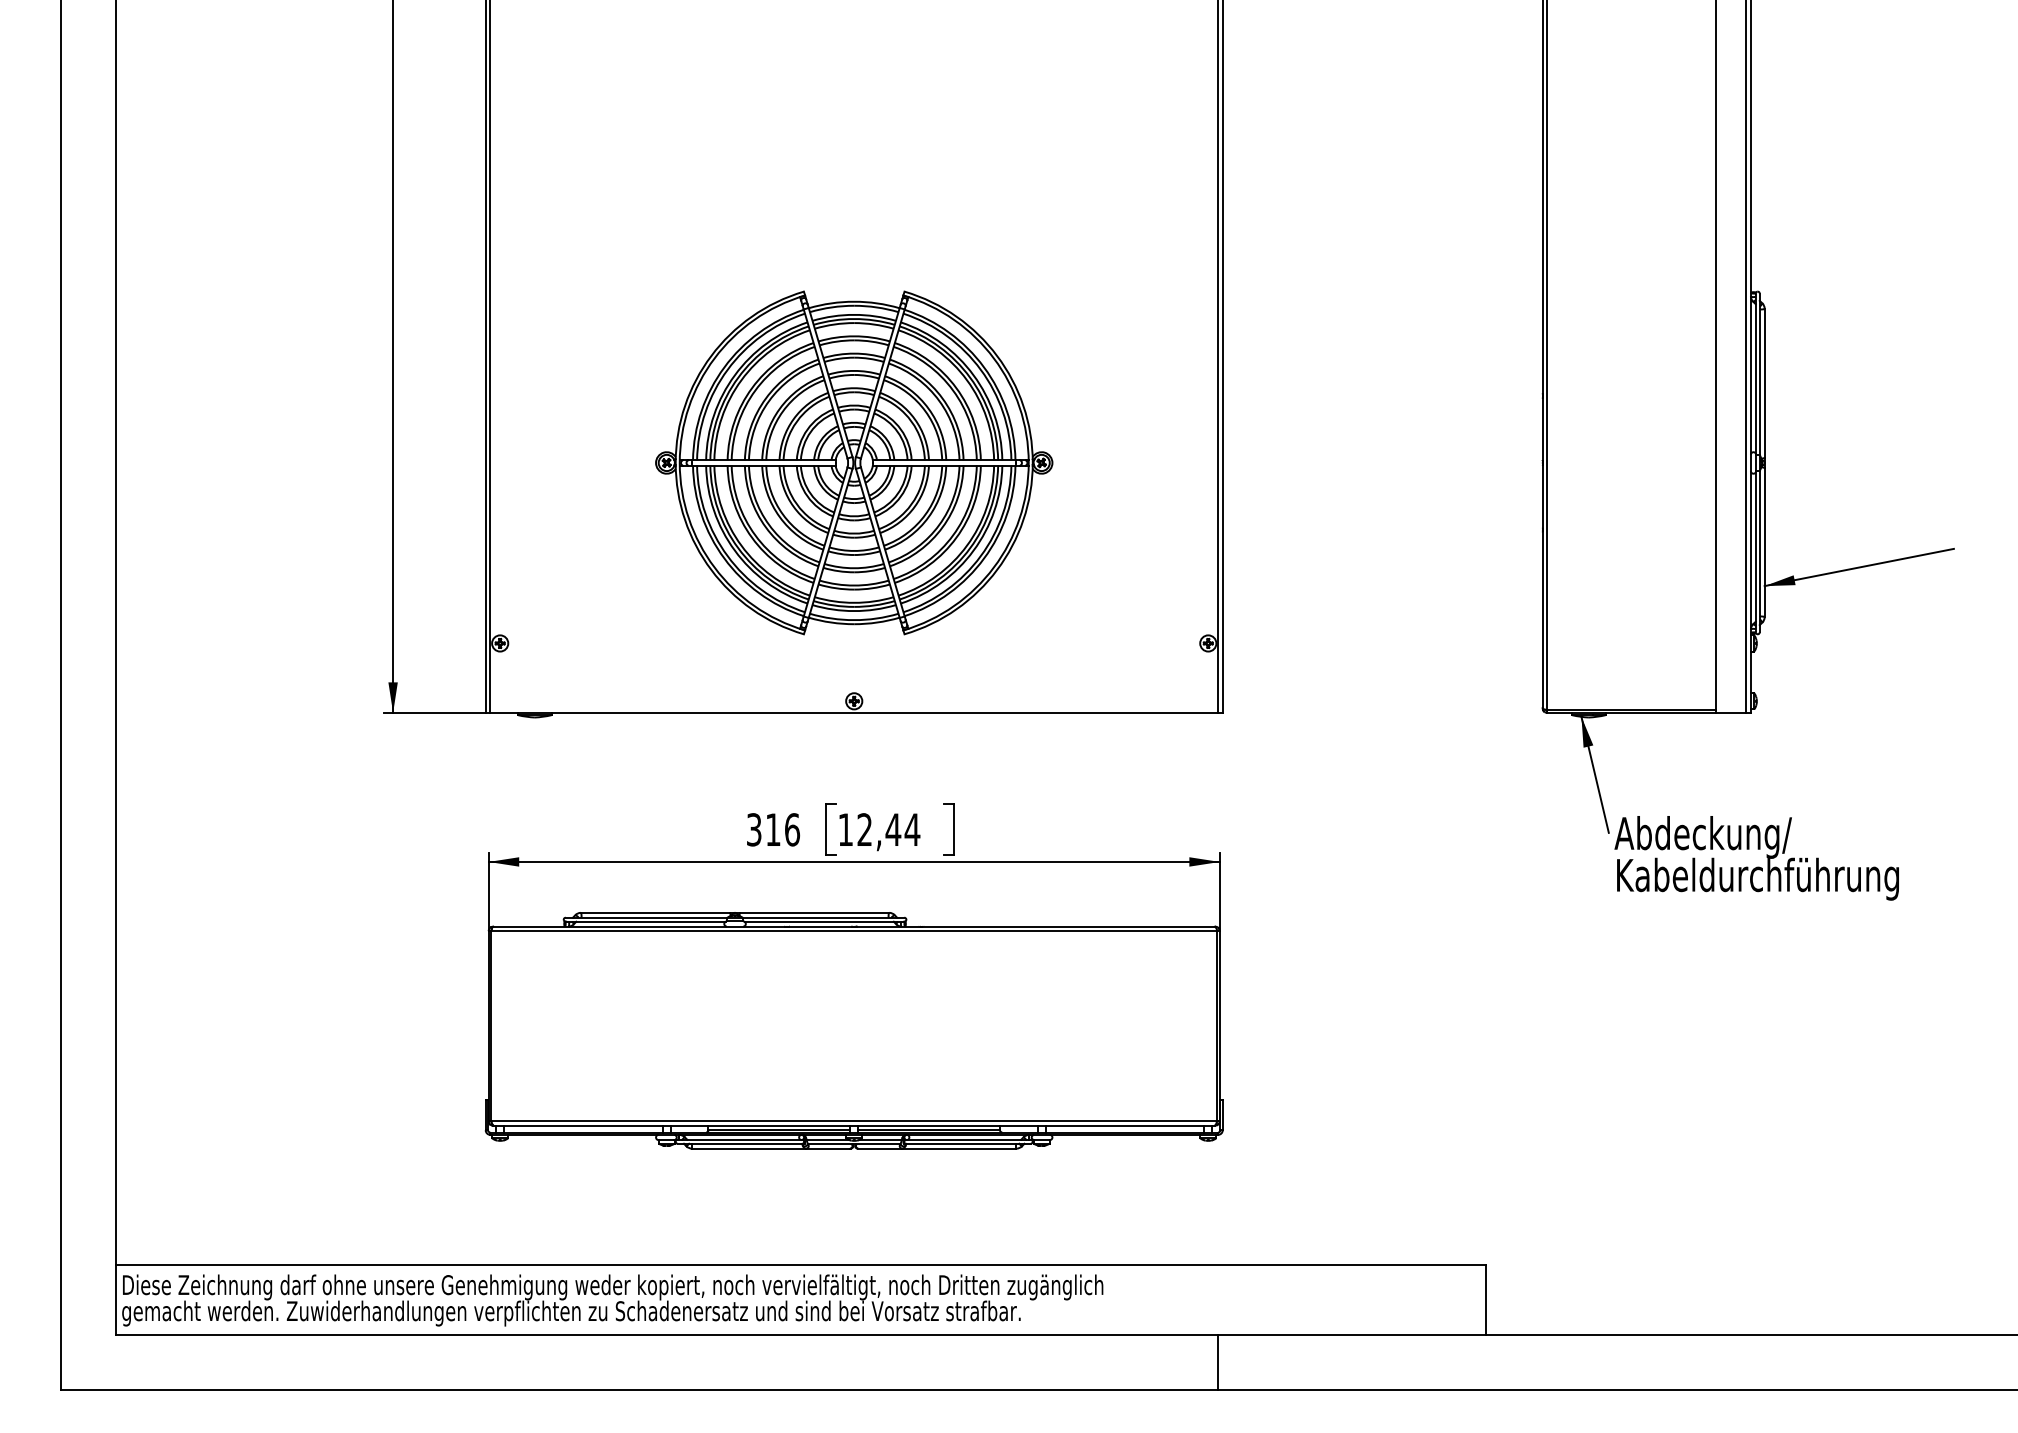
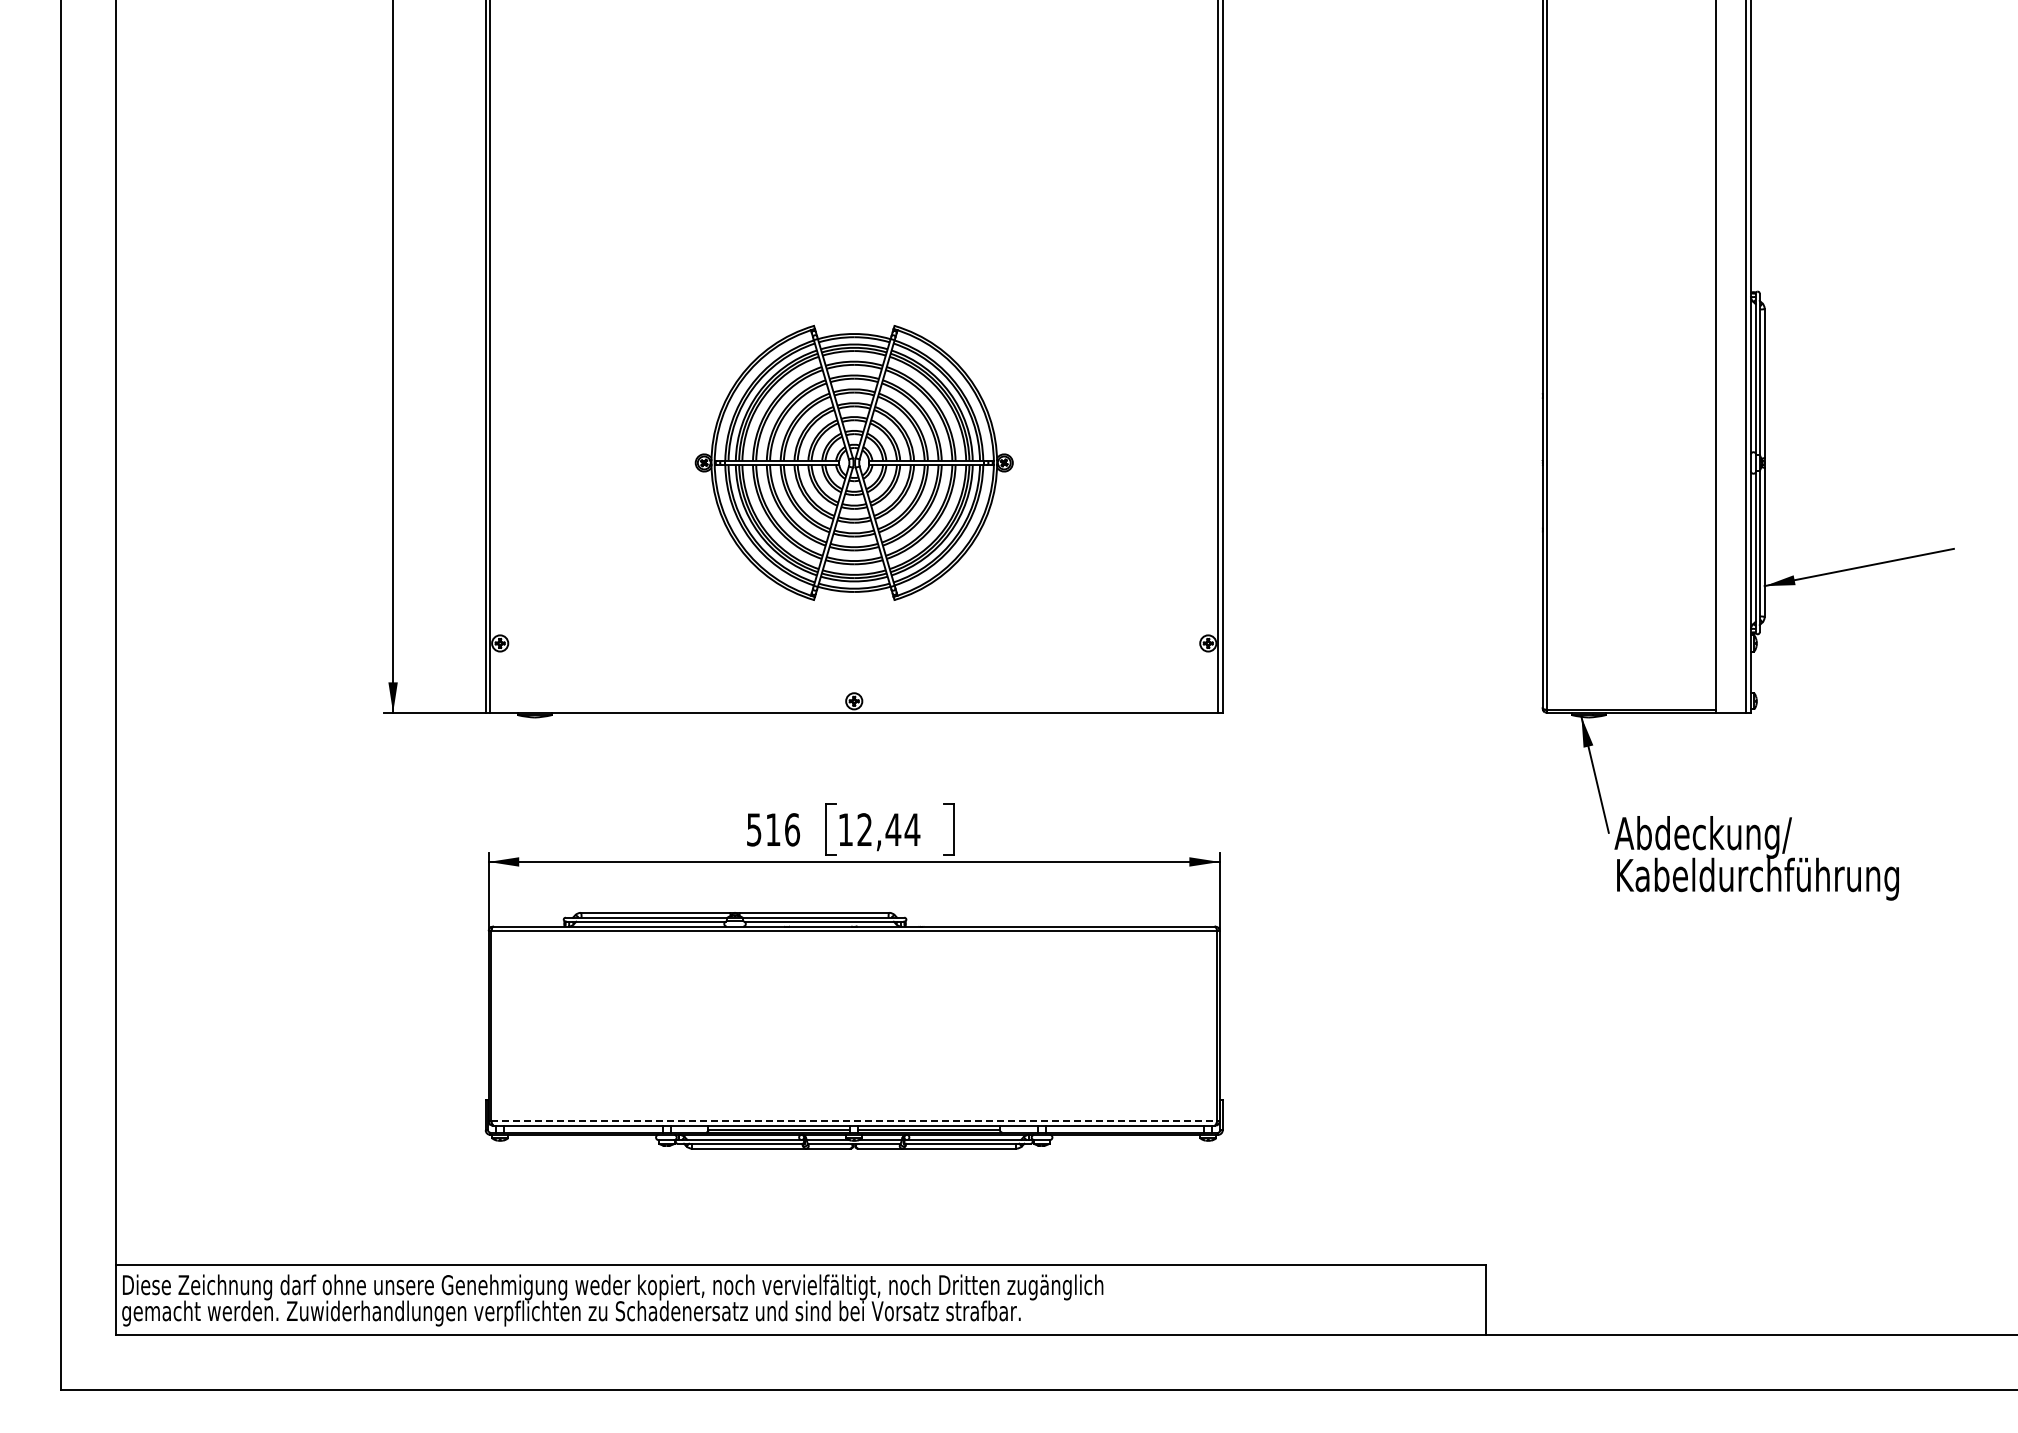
part at (854, 462) size: 399x346 px -> 320x277 px
text at (754, 829): 316 -> 516
line at (854, 1121): solid -> dashed
line at (1217, 1362): present -> none
